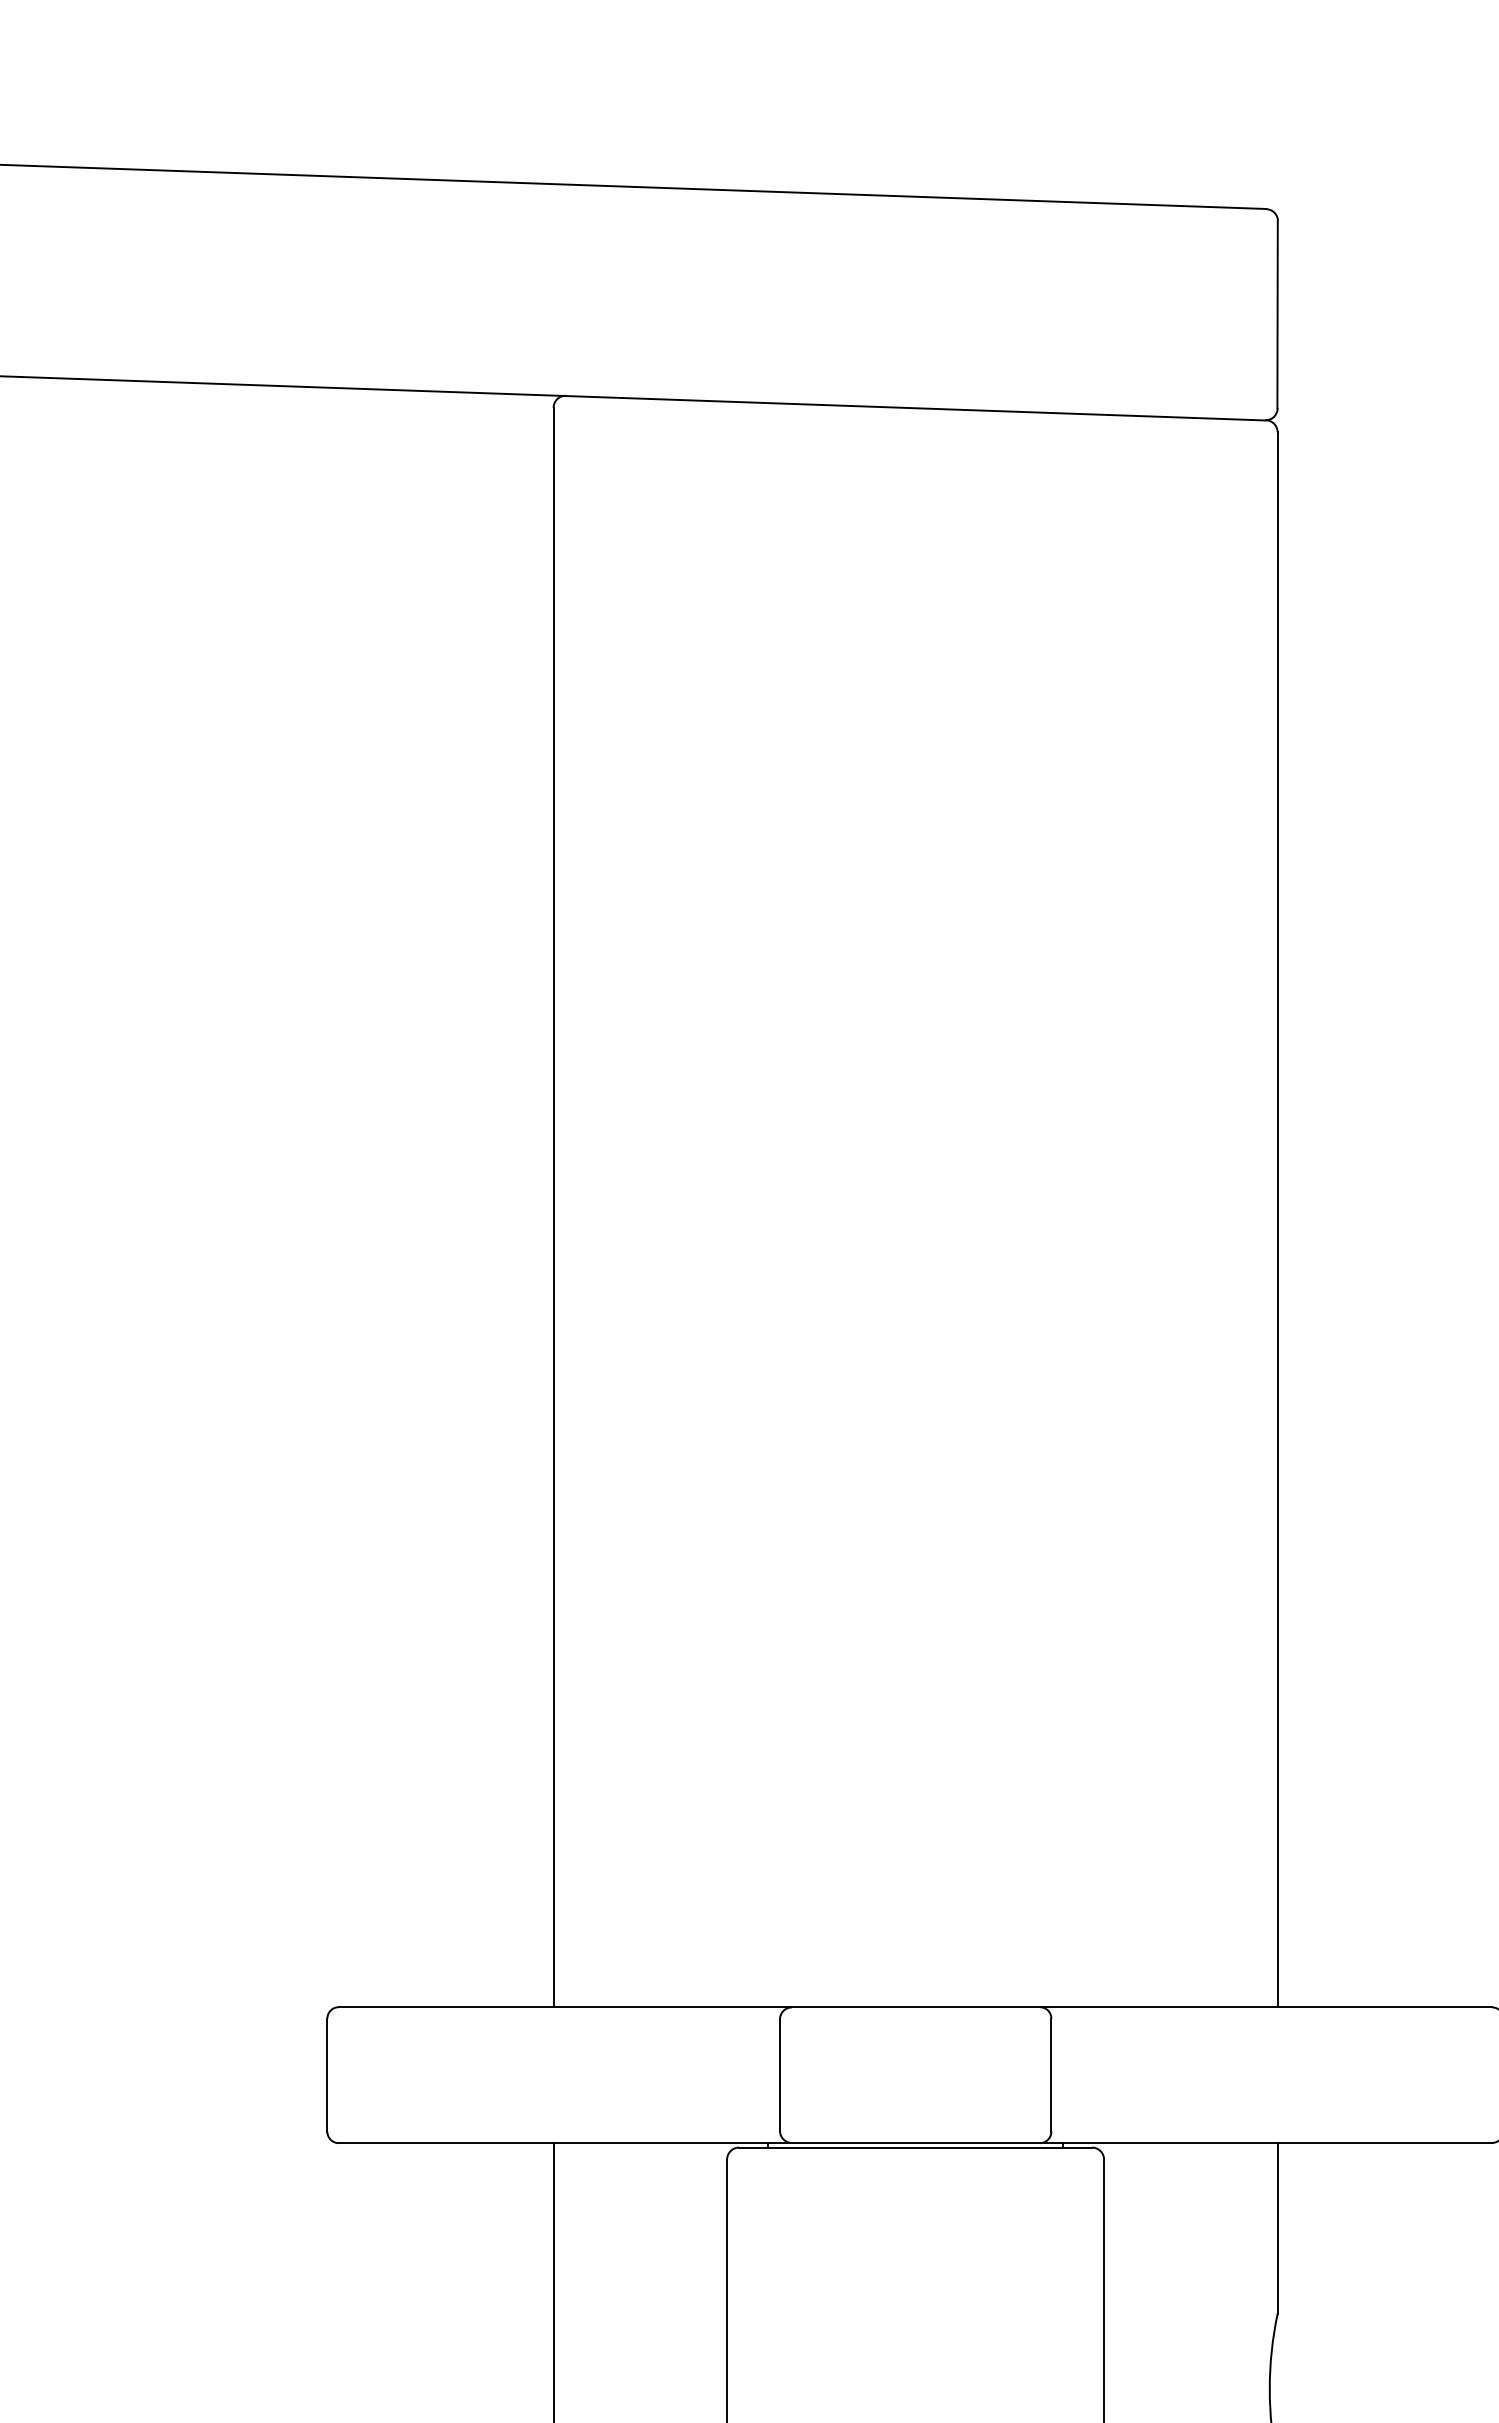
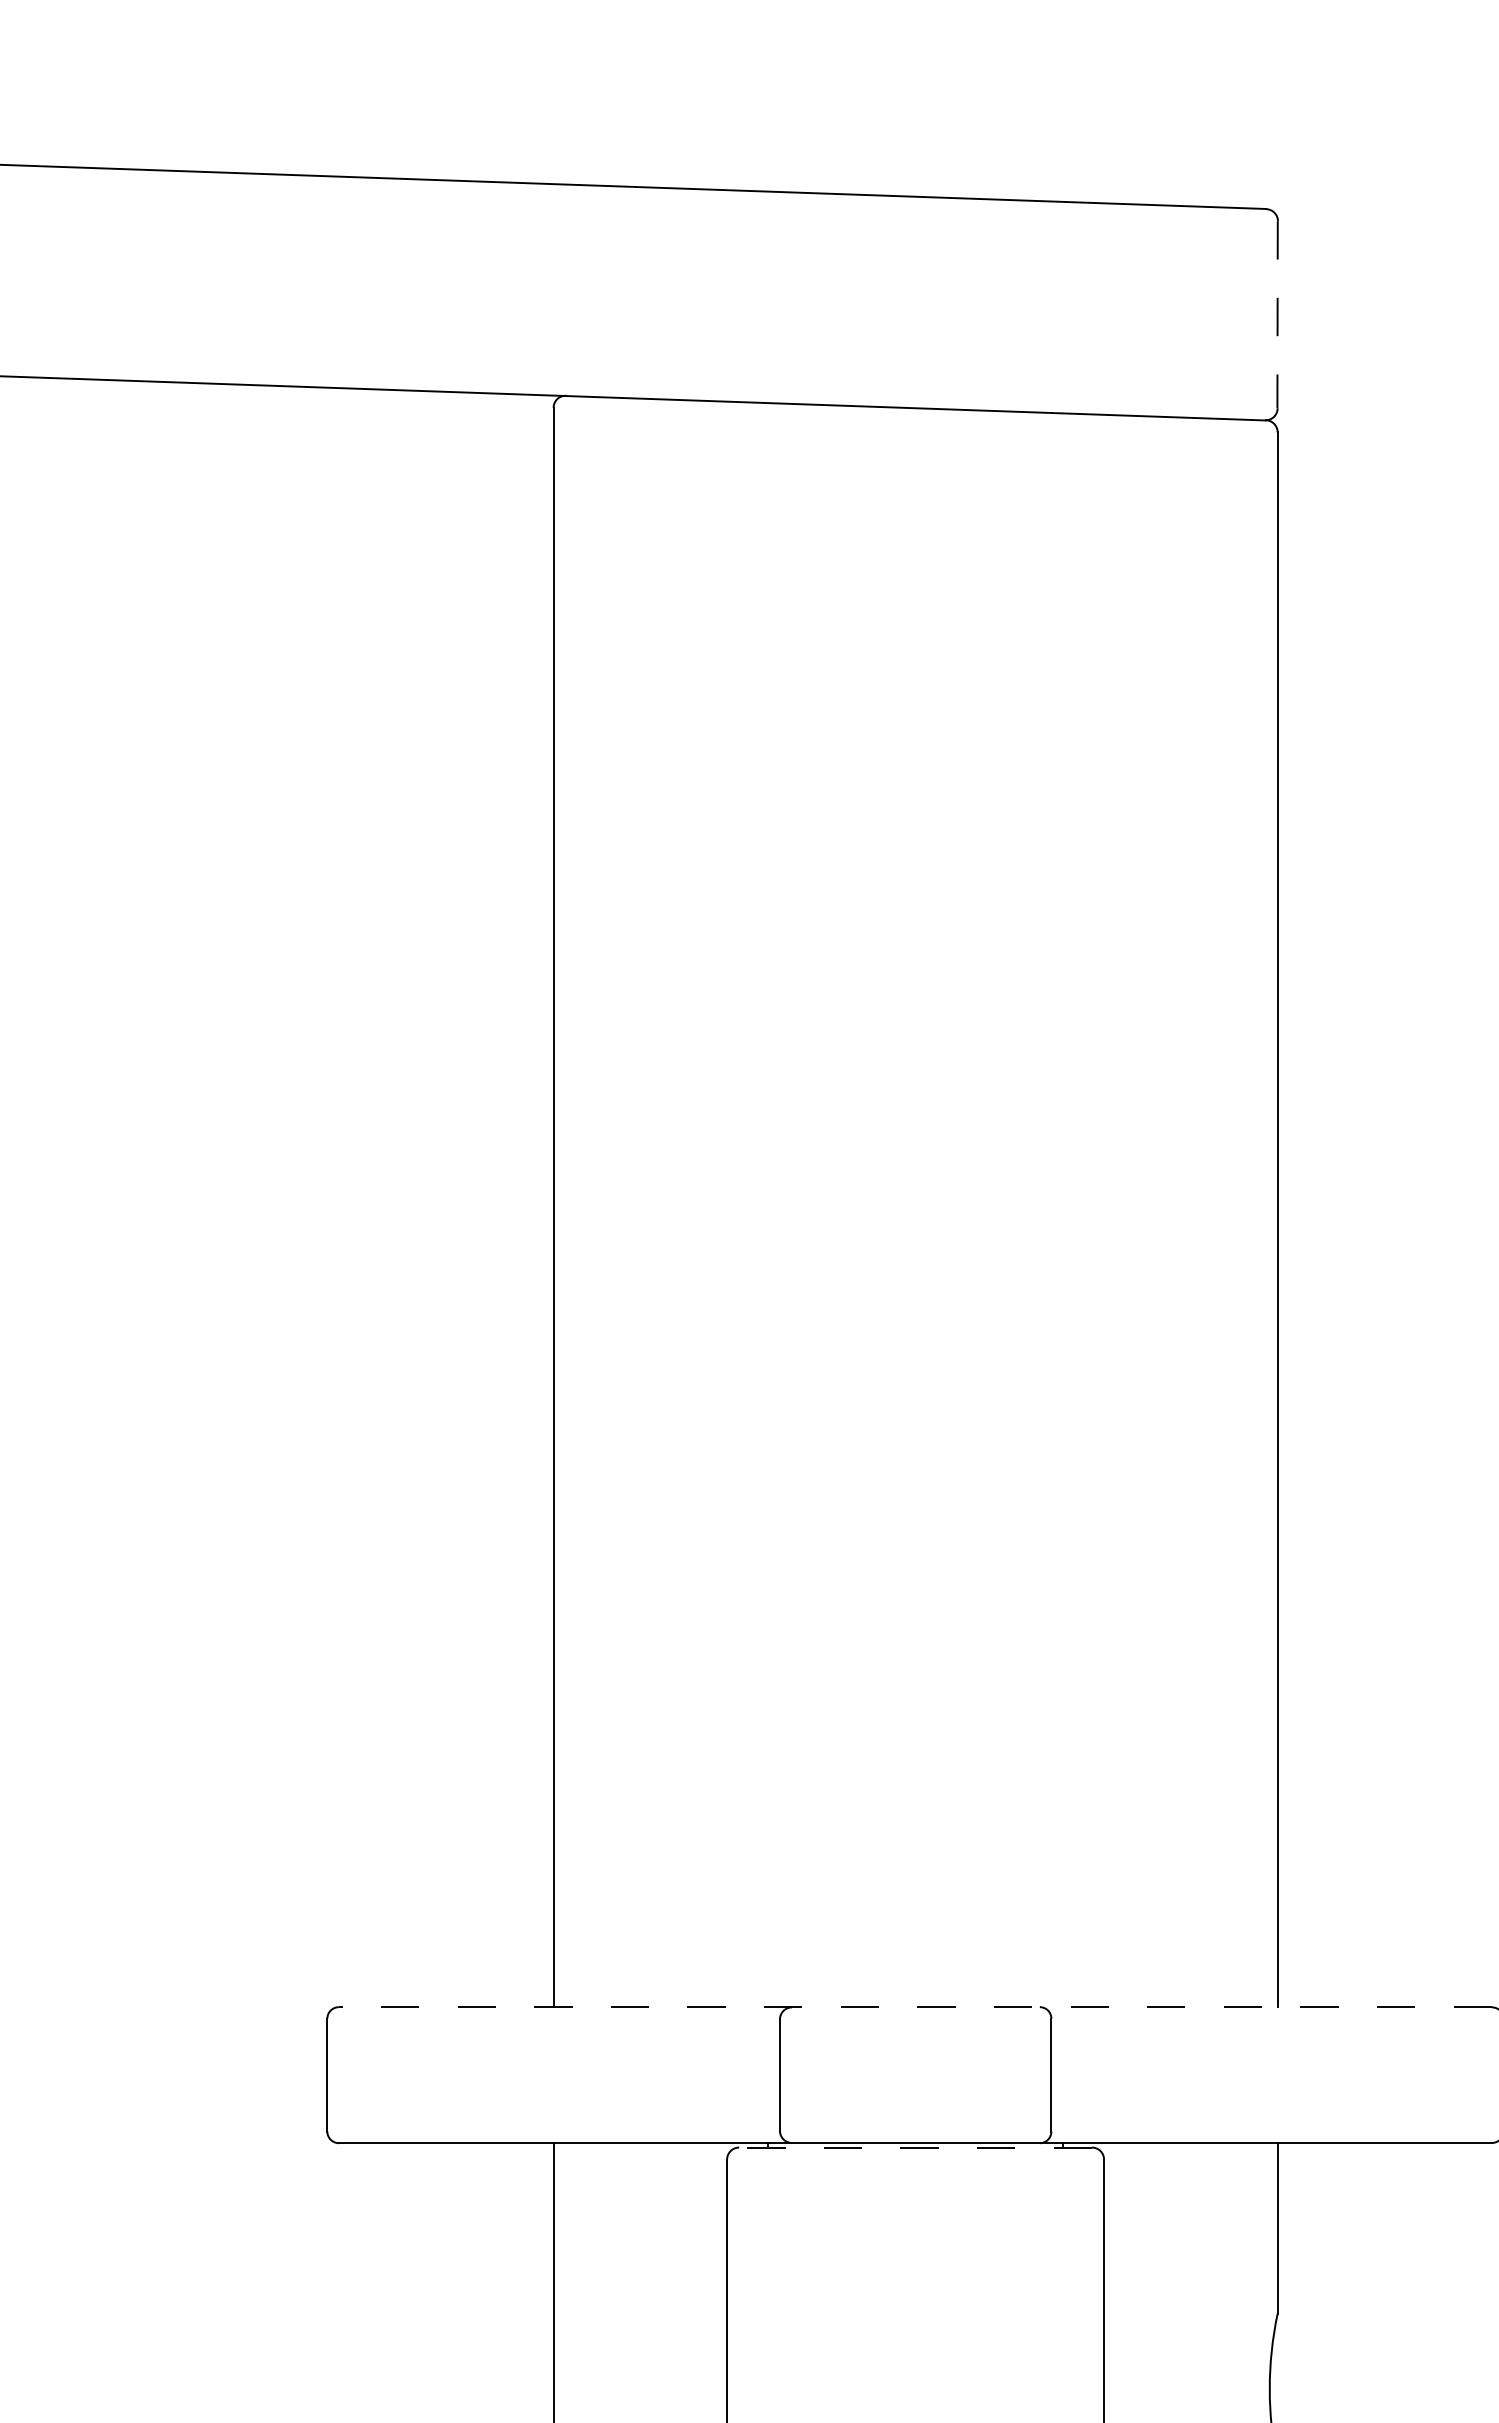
line at (1277, 315): solid -> dashed
line at (915, 2007): solid -> dashed
line at (915, 2147): solid -> dashed
